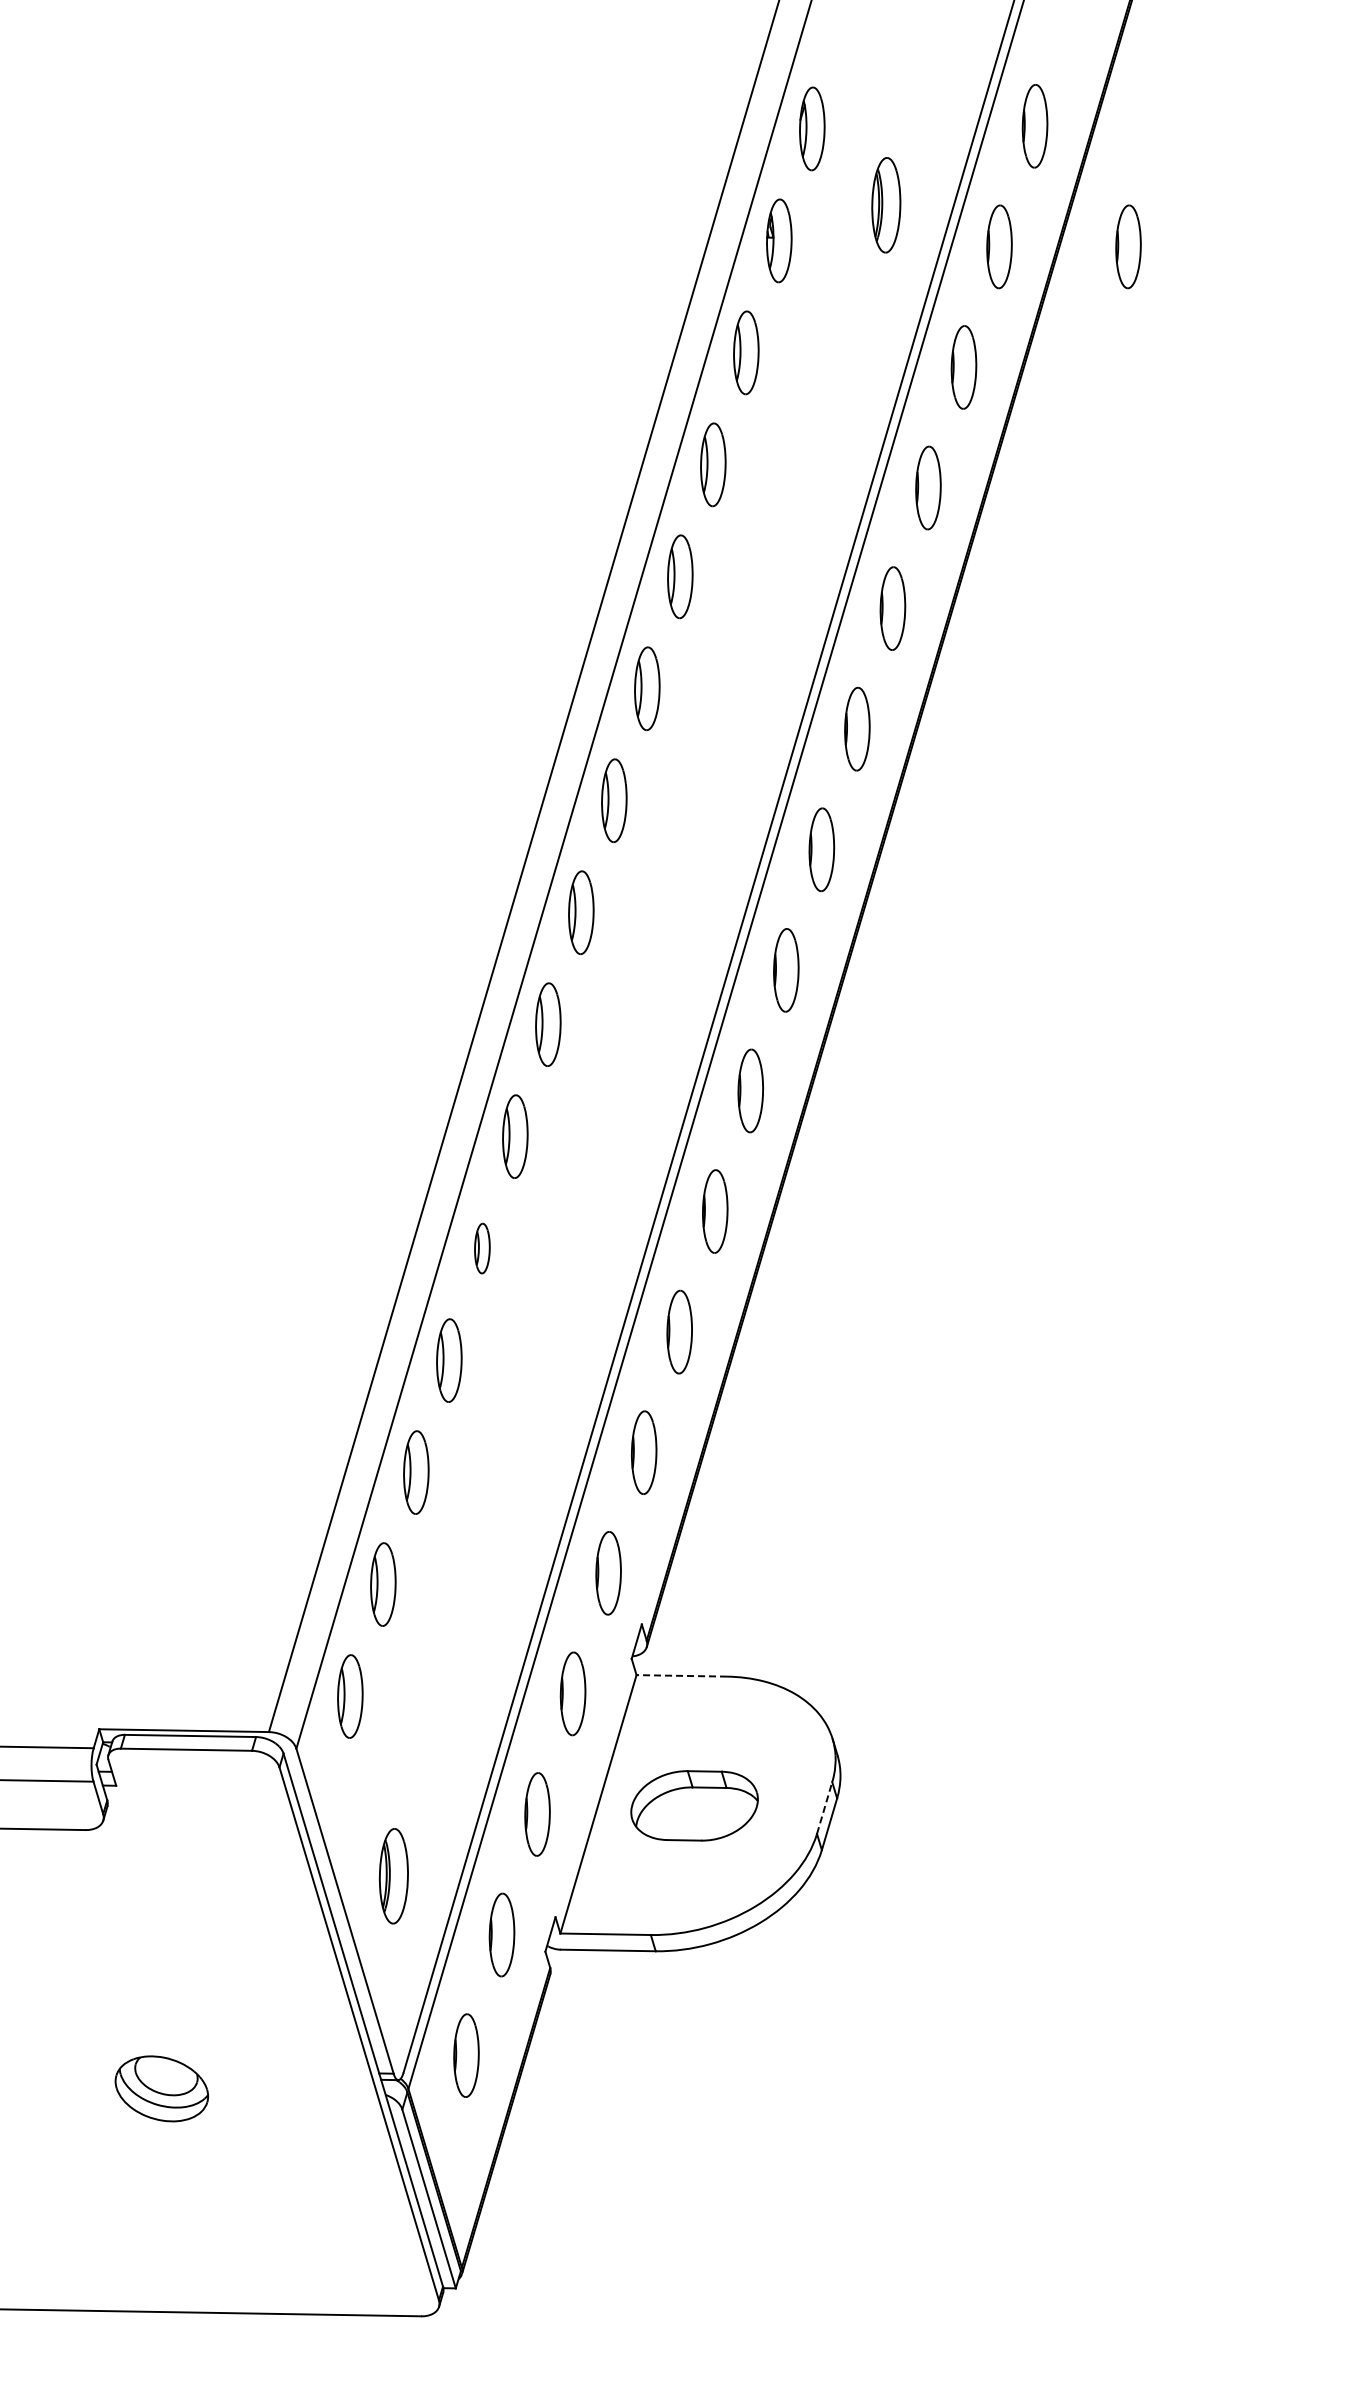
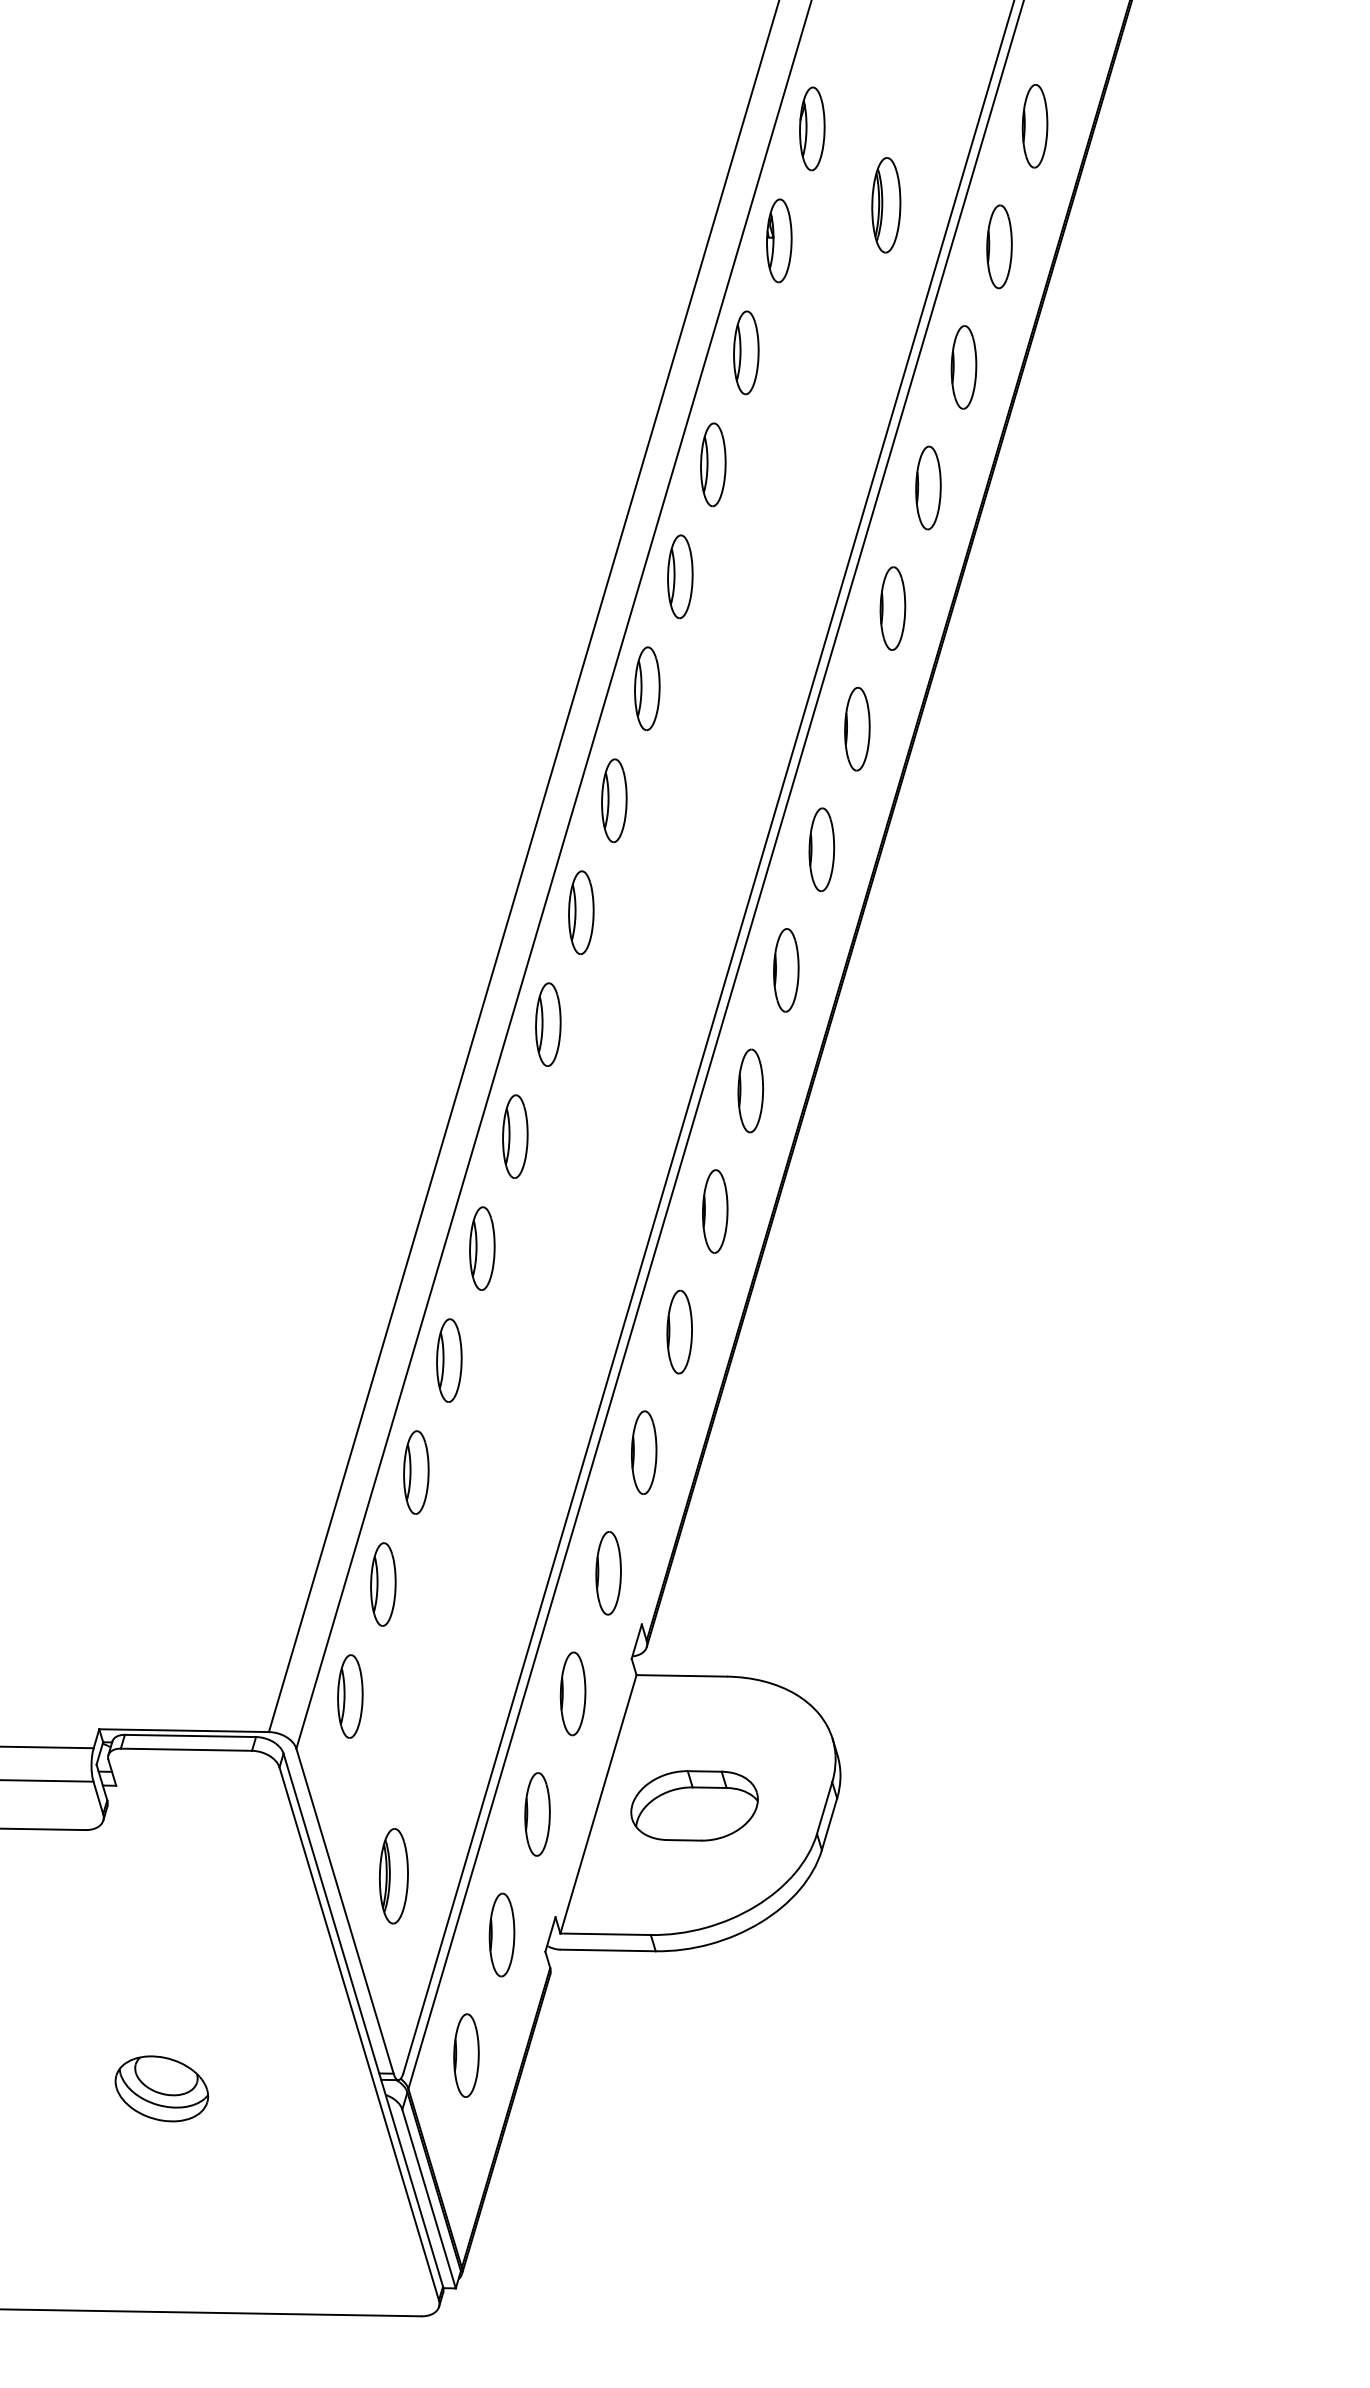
part at (1128, 246): present -> none
part at (482, 1248) size: 17x53 px -> 27x85 px
line at (681, 1675): dashed -> solid
line at (824, 1808): dashed -> solid
